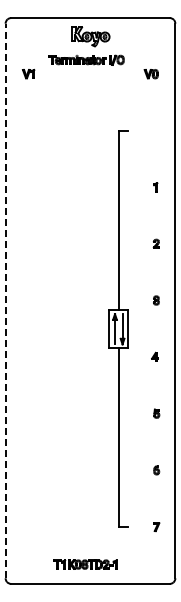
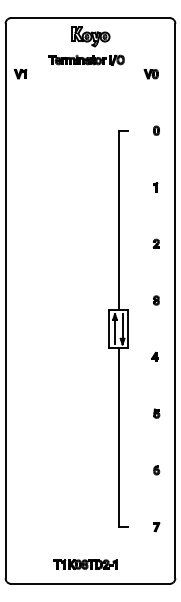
part at (28, 74) position: (28, 74) -> (20, 74)
part at (156, 130): none -> present
line at (5, 300): dashed -> solid
